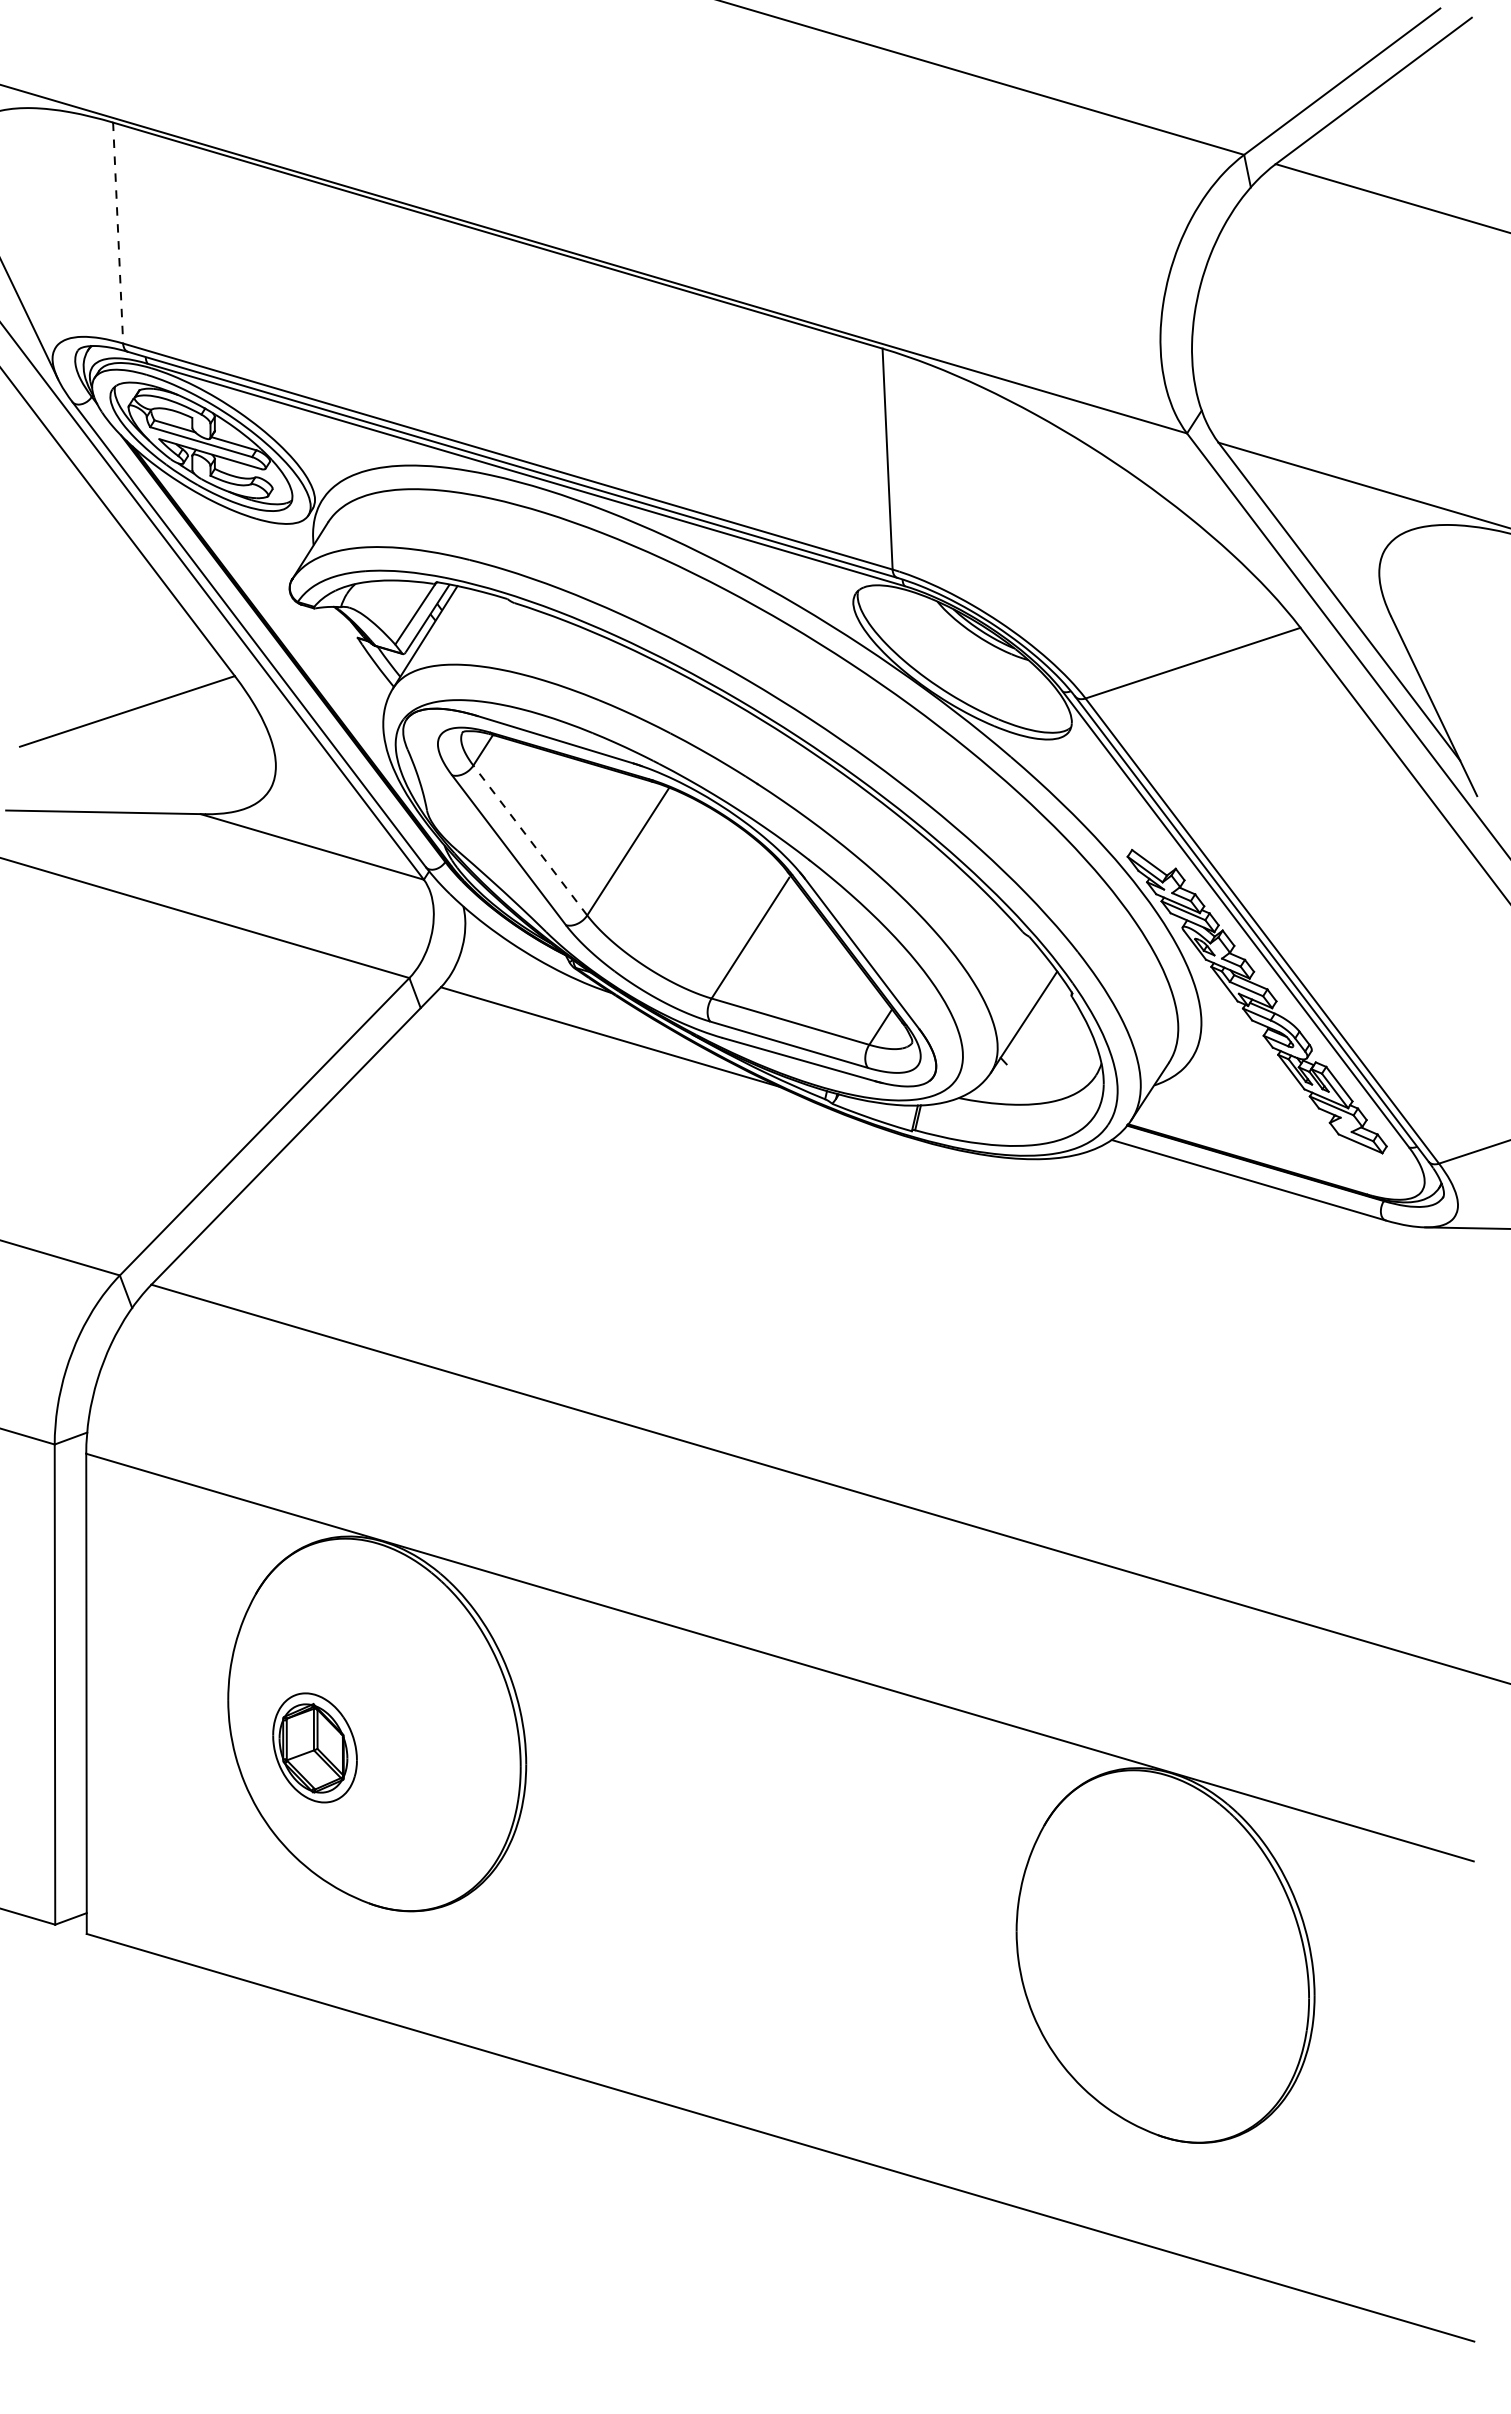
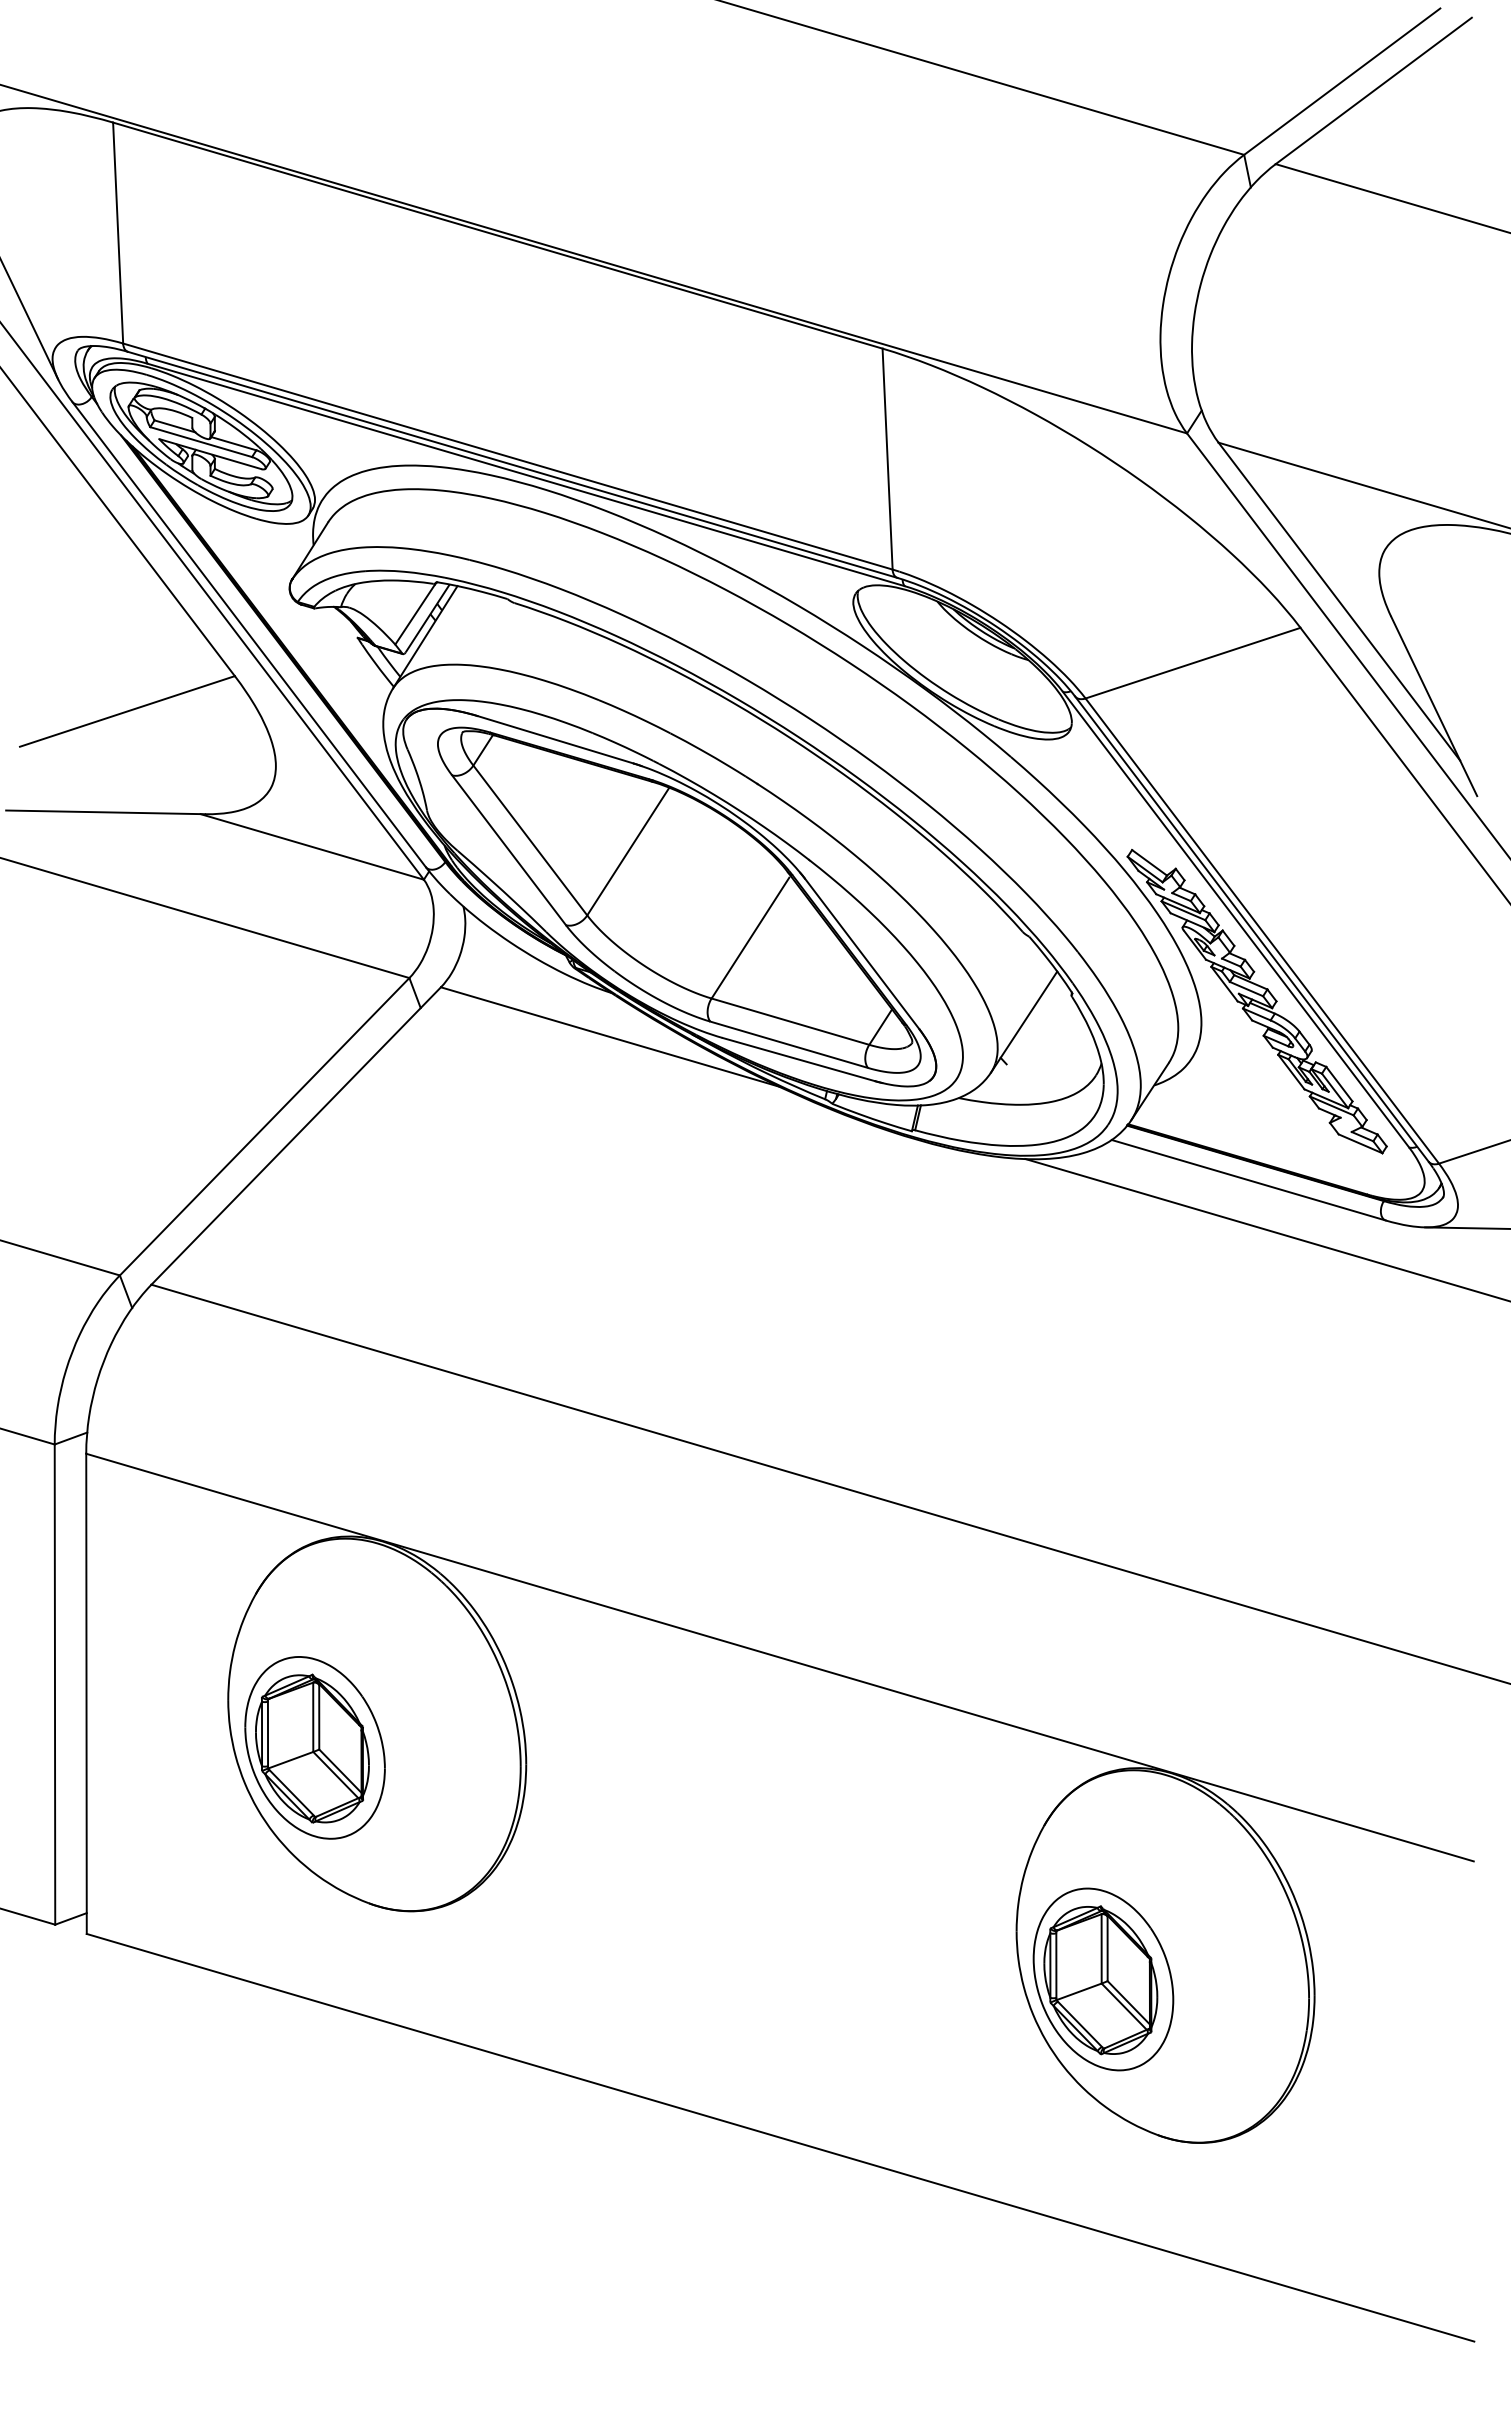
line at (118, 233): dashed -> solid
line at (530, 840): dashed -> solid
line at (1266, 1229): none -> present
part at (314, 1747) size: 86x112 px -> 142x184 px
part at (1103, 1979): none -> present
